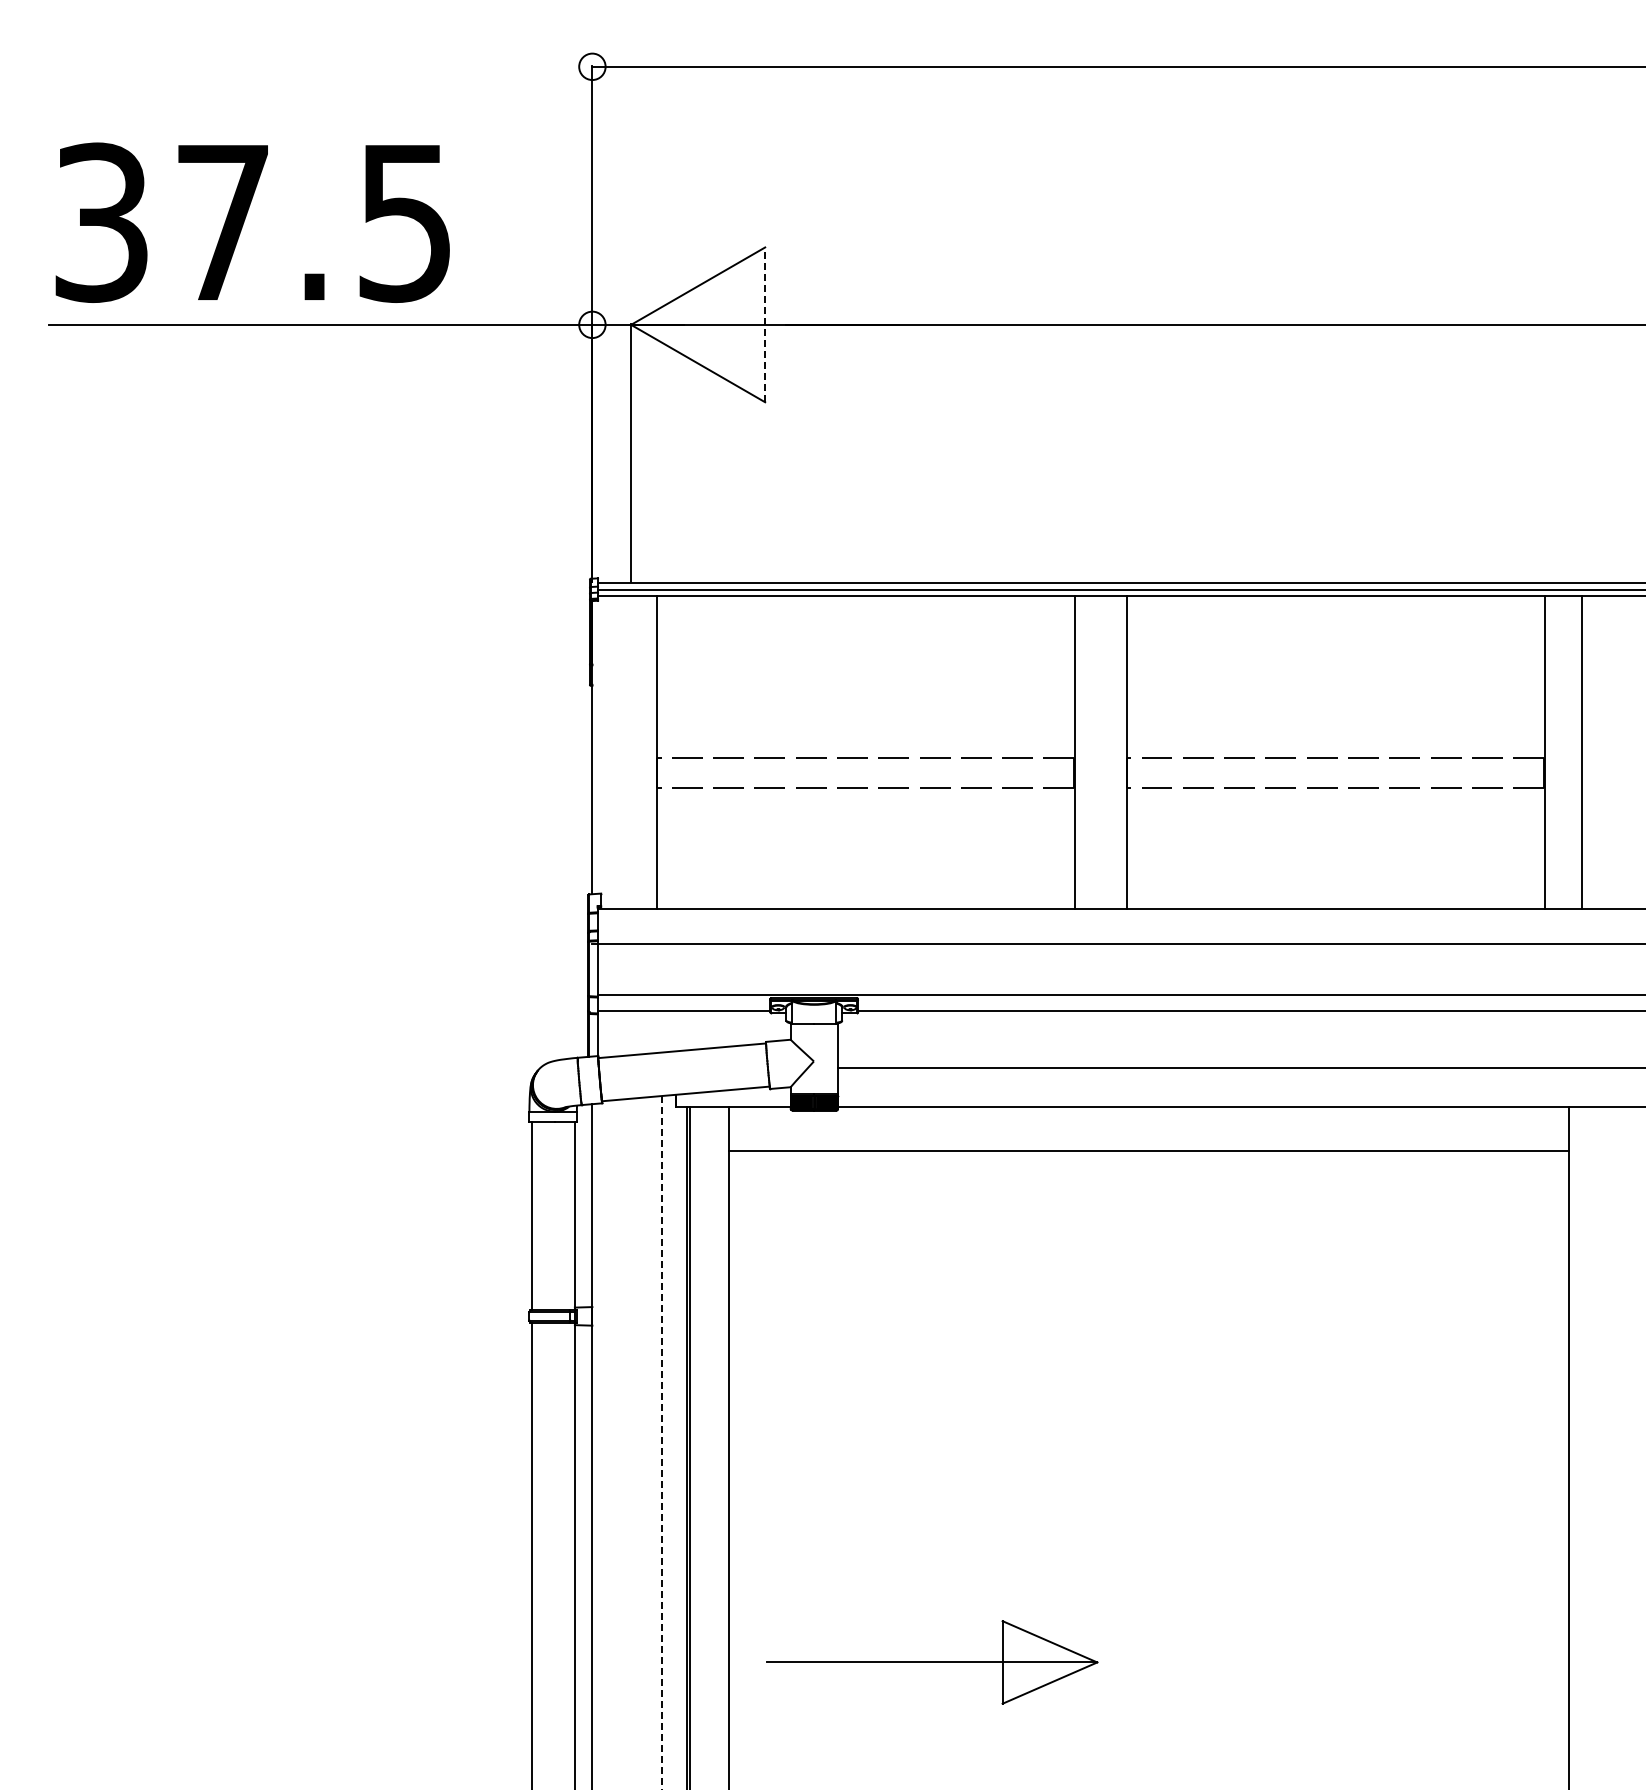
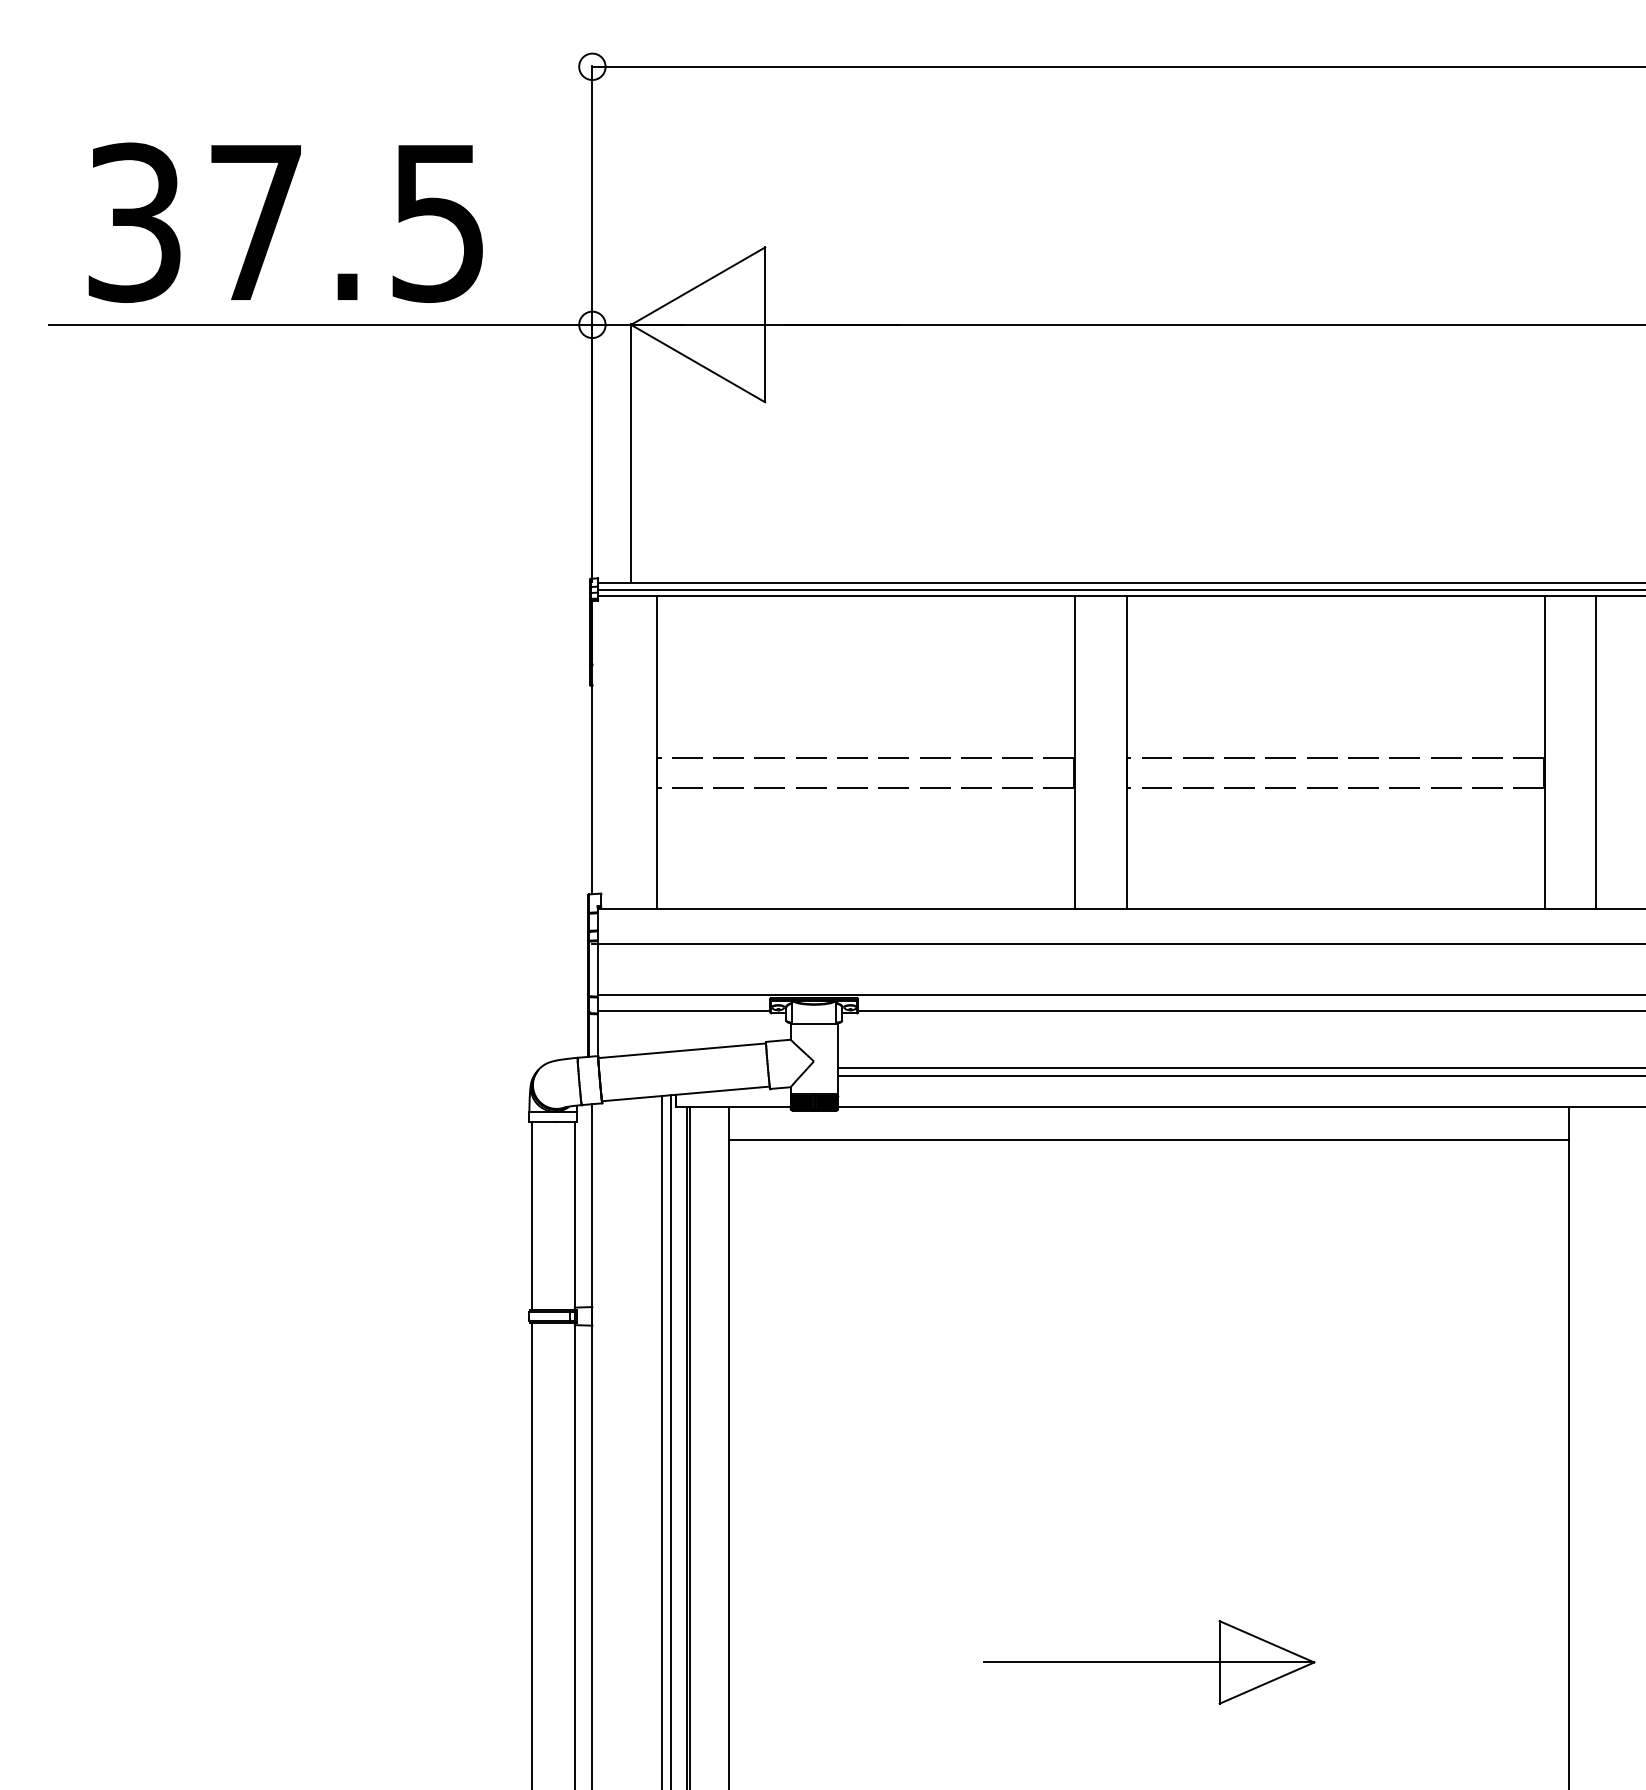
text at (252, 222) position: (252, 222) -> (285, 222)
line at (765, 324): dashed -> solid
line at (1582, 752) position: (1582, 752) -> (1596, 752)
line at (1239, 1075): none -> present
line at (1149, 1150) position: (1149, 1150) -> (1149, 1139)
line at (671, 1440): none -> present
line at (662, 1442): dashed -> solid
part at (932, 1662) position: (932, 1662) -> (1149, 1662)
